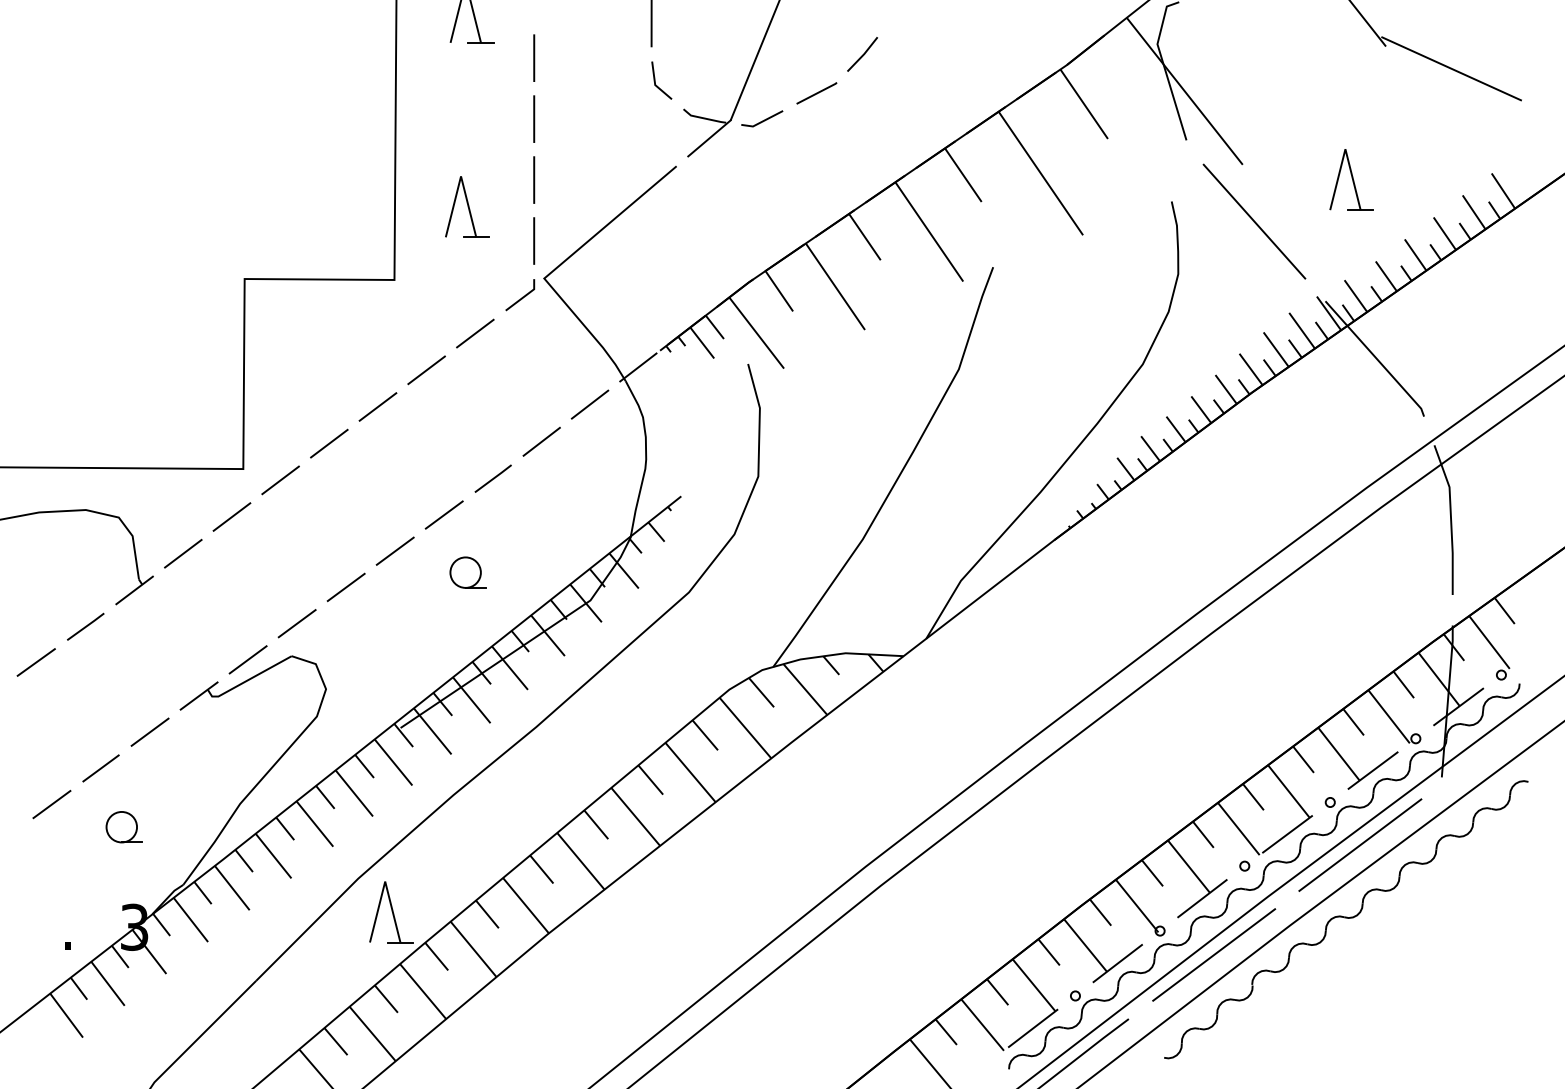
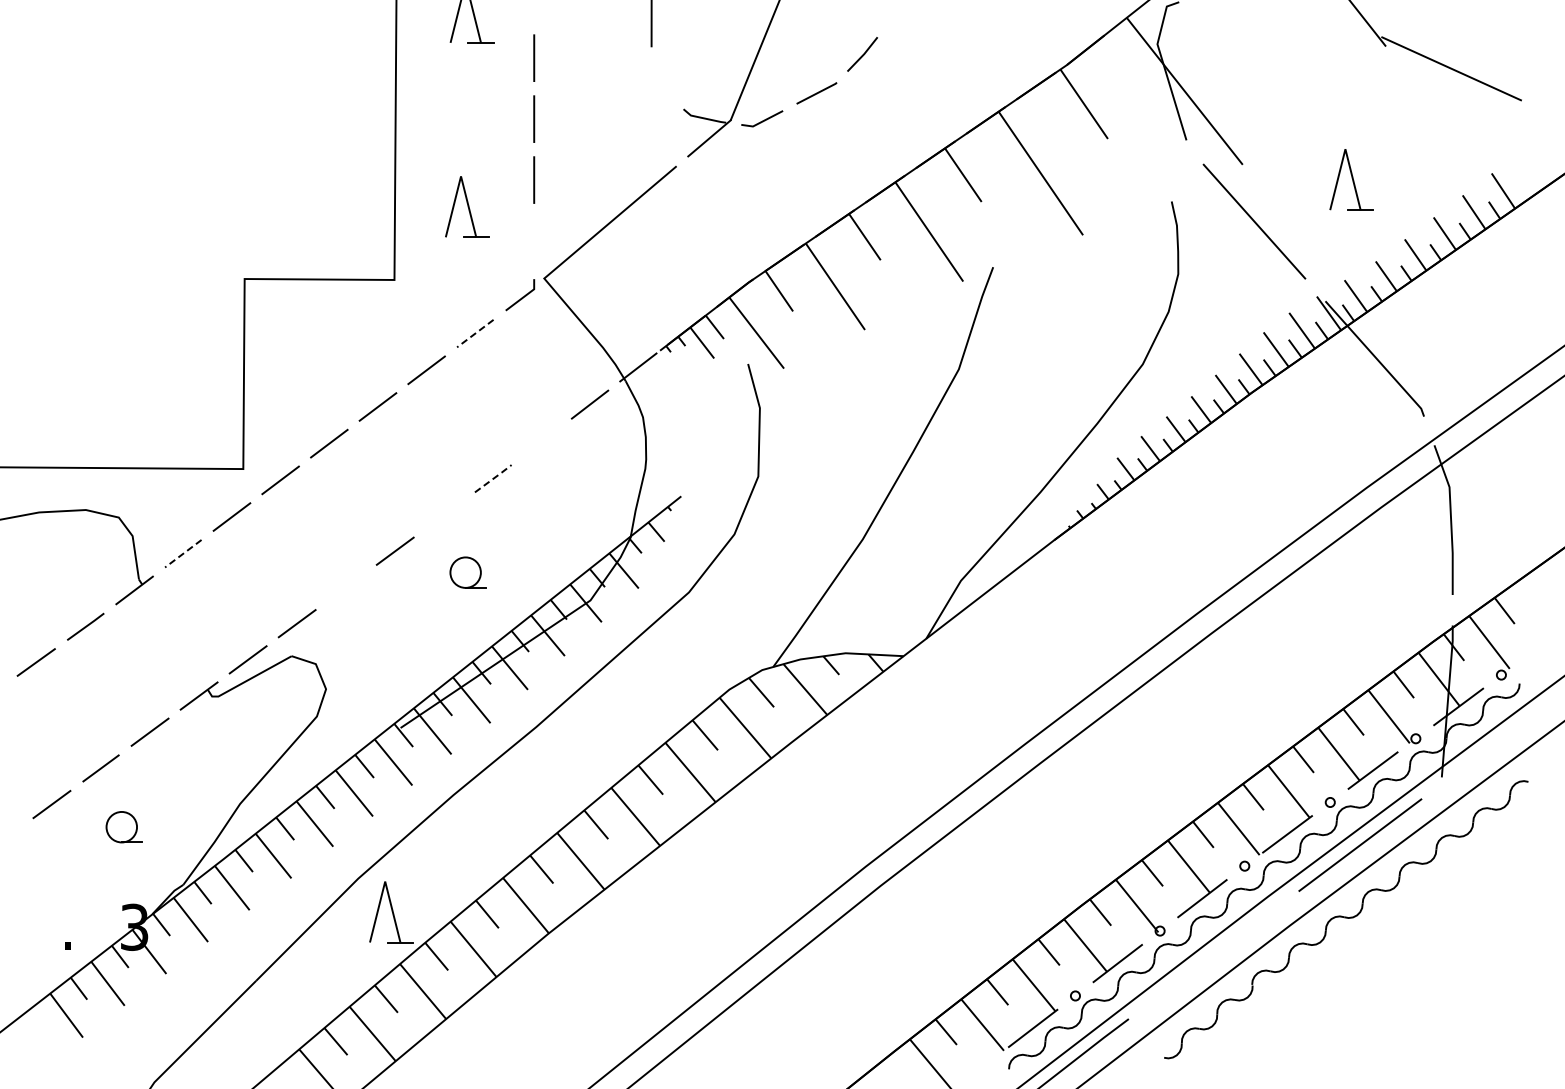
line at (655, 80): present -> none
line at (534, 240): present -> none
line at (475, 333): solid -> dashed
line at (541, 441): present -> none
line at (493, 478): solid -> dashed
line at (443, 514): present -> none
line at (183, 553): solid -> dashed
line at (345, 587): present -> none
line at (1214, 954): present -> none
